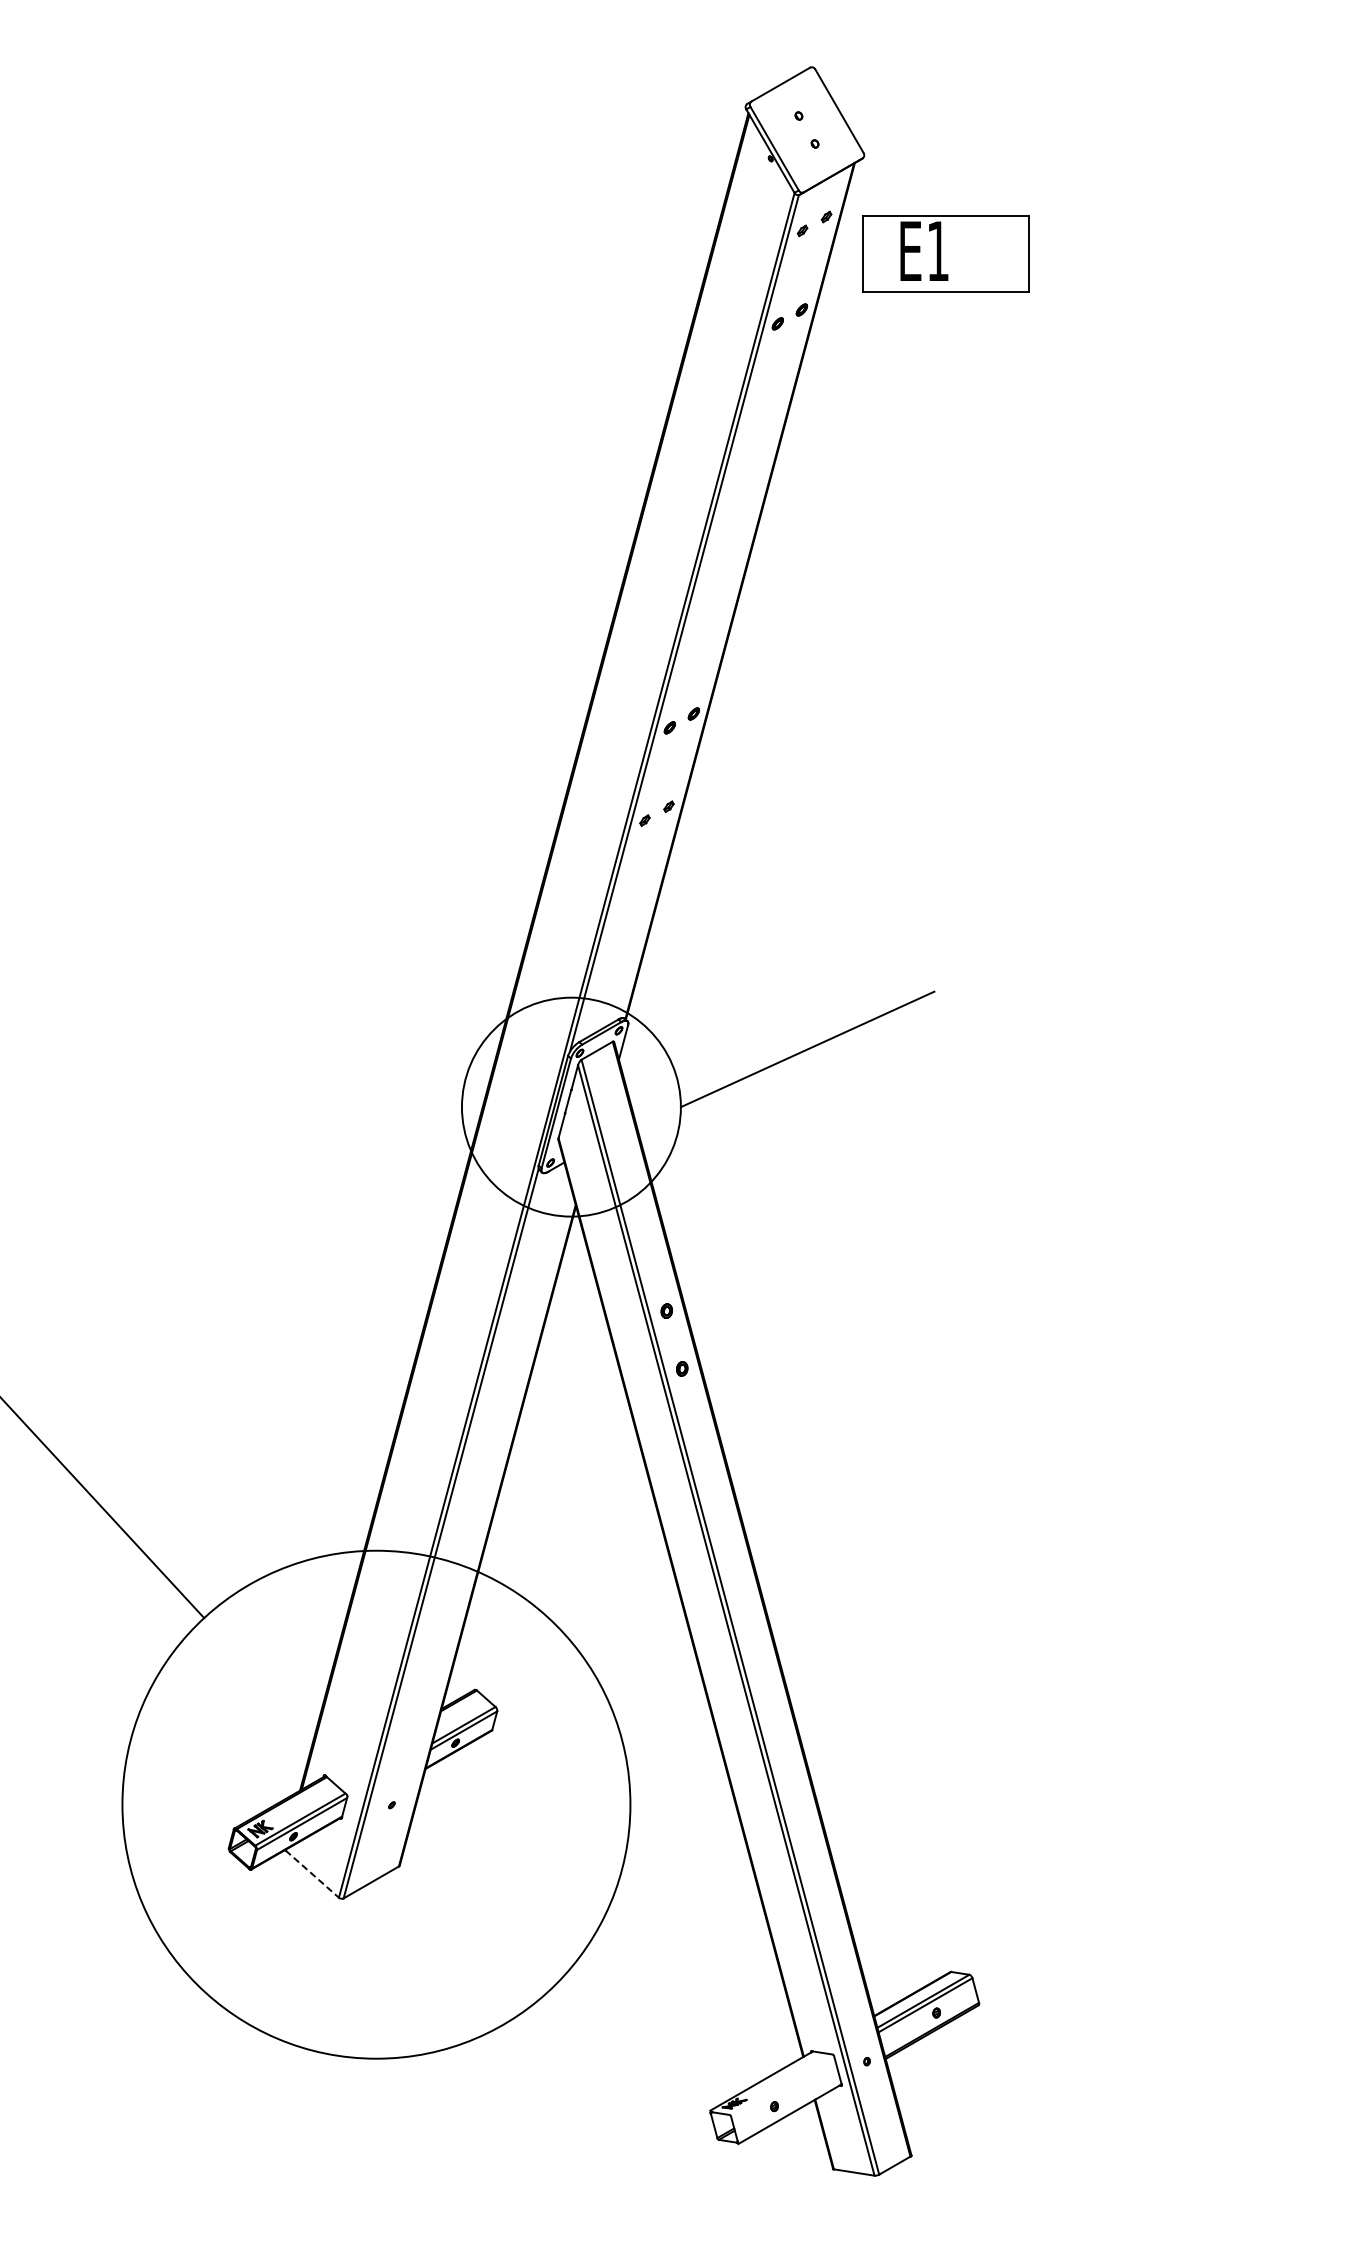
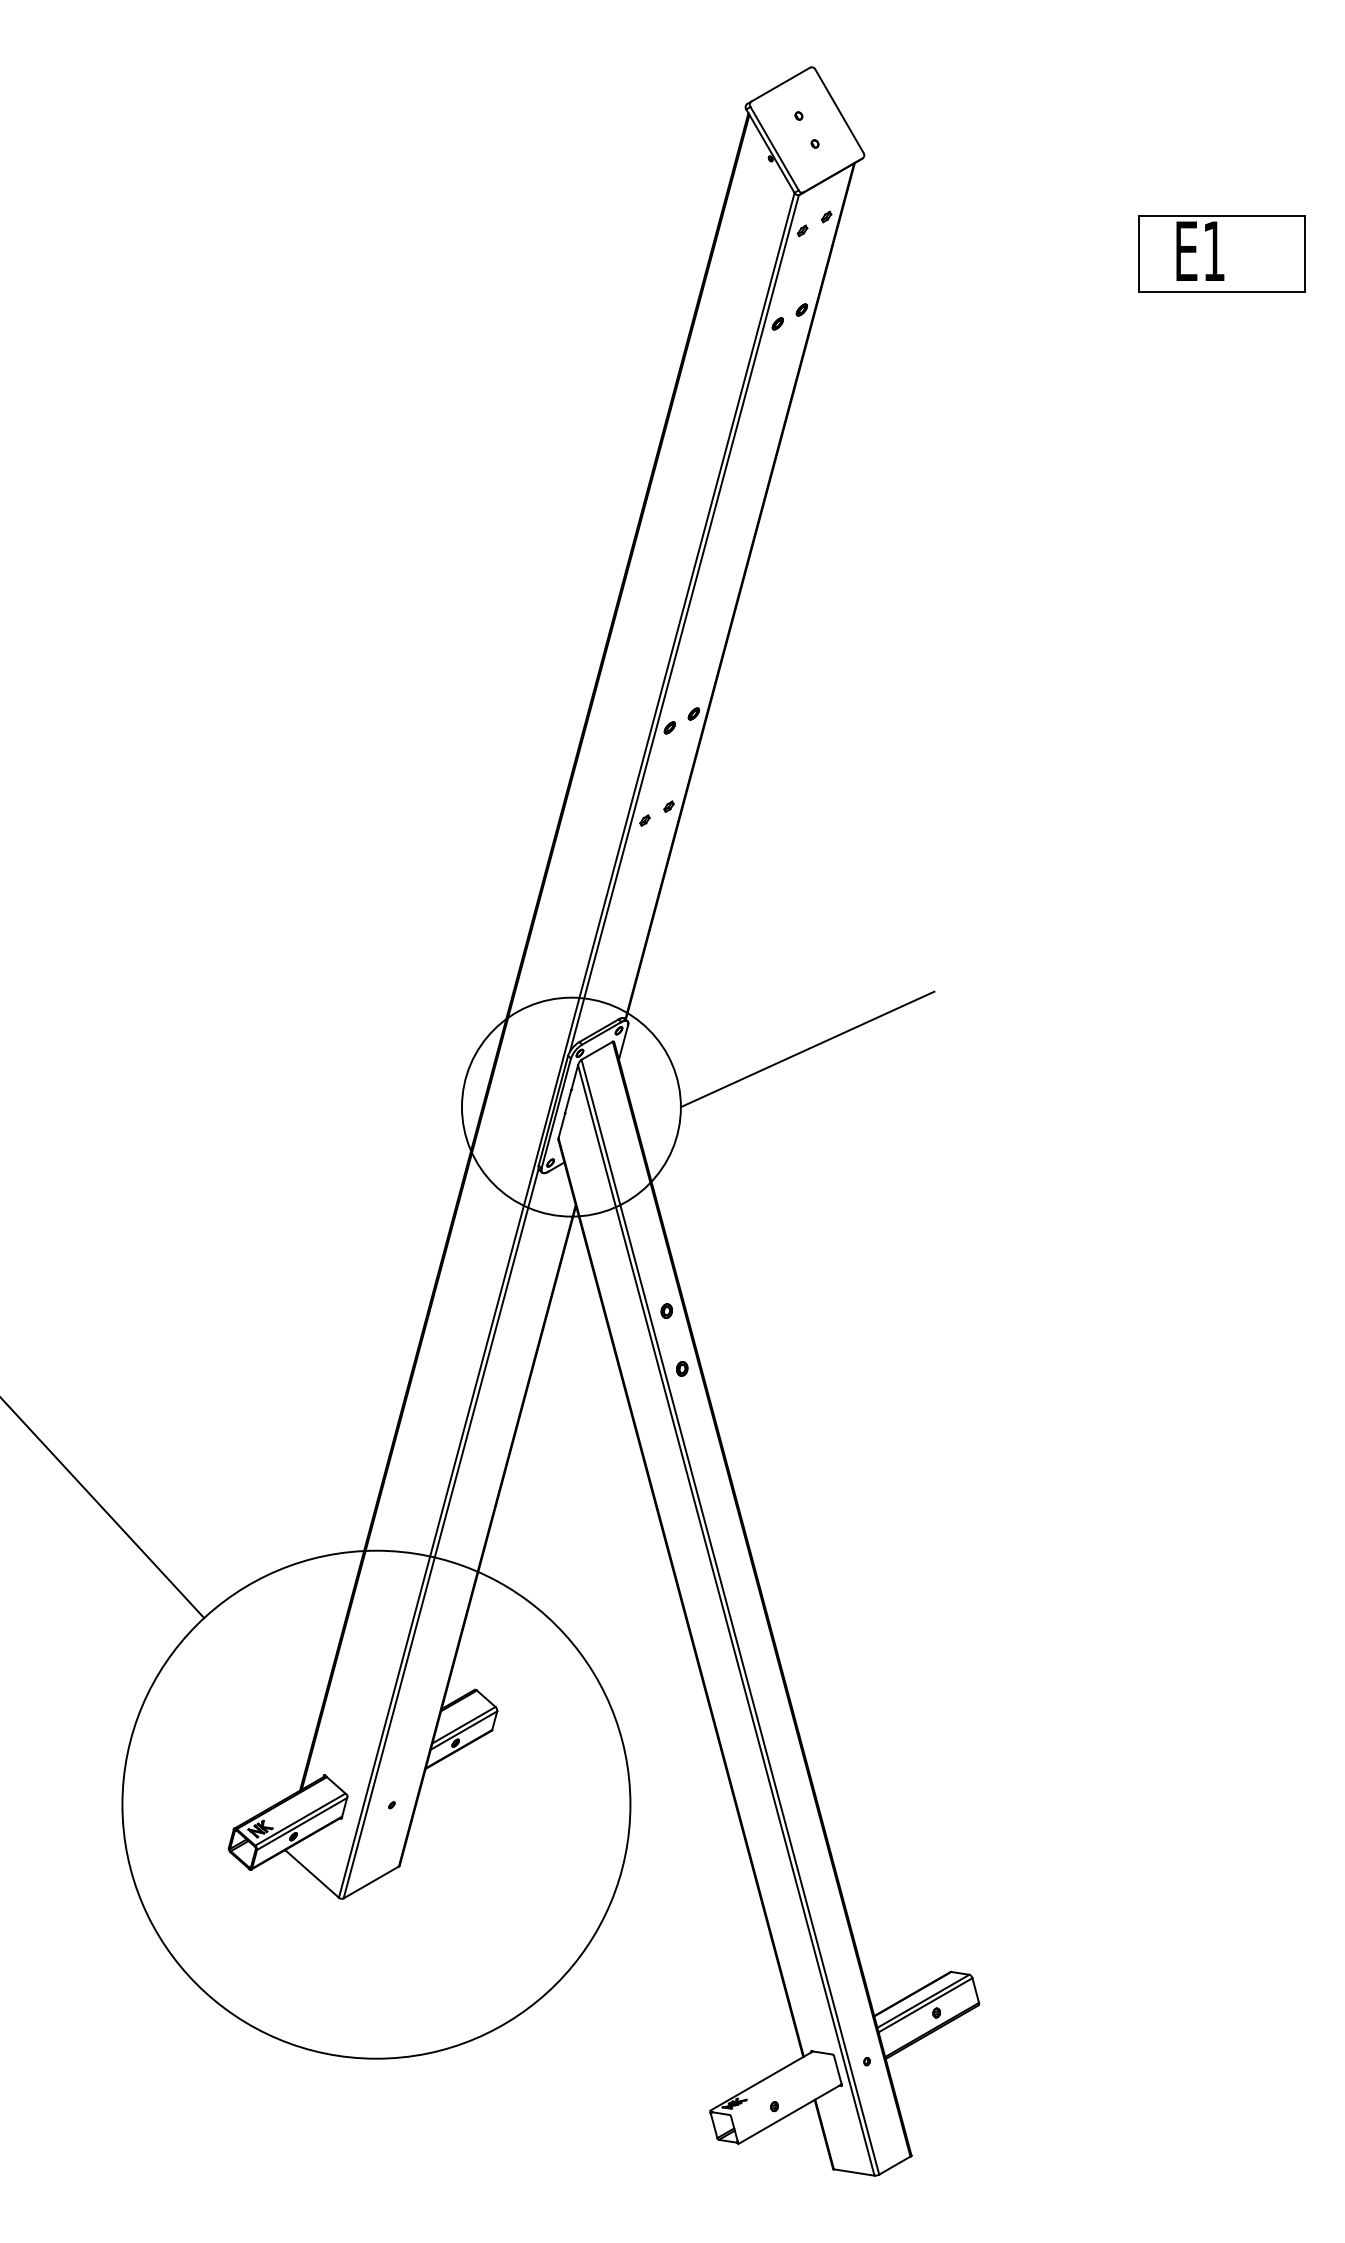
part at (945, 253) position: (945, 253) -> (1221, 253)
line at (312, 1874): dashed -> solid
